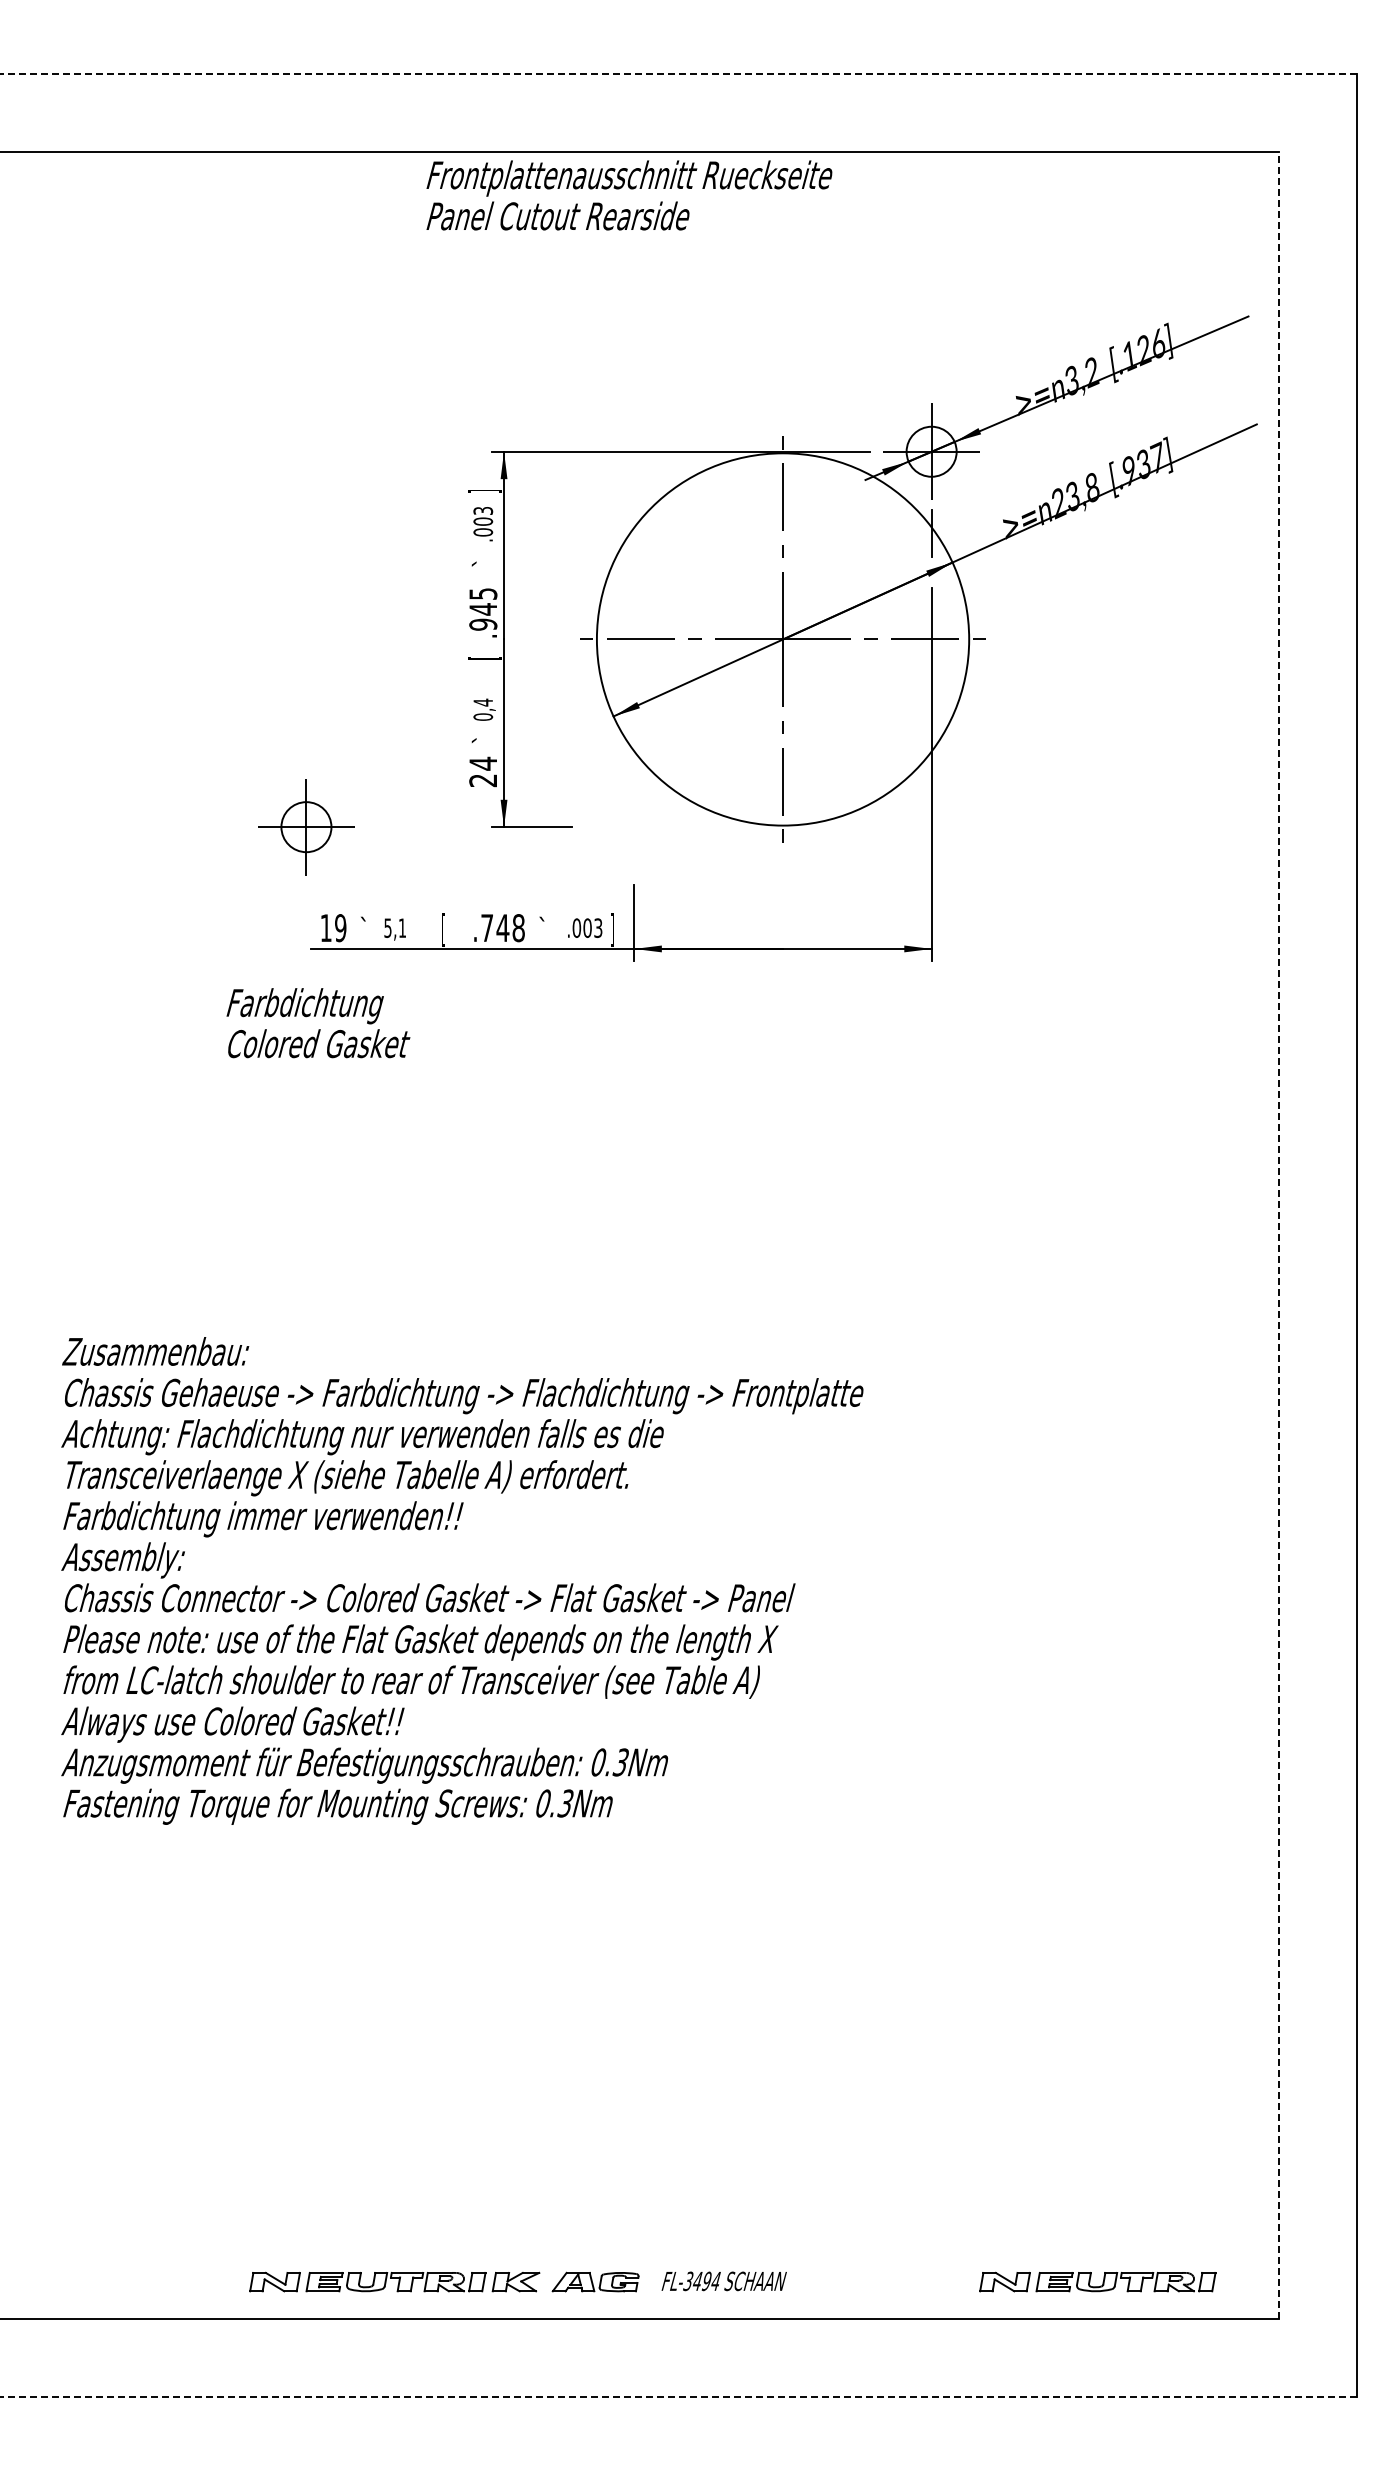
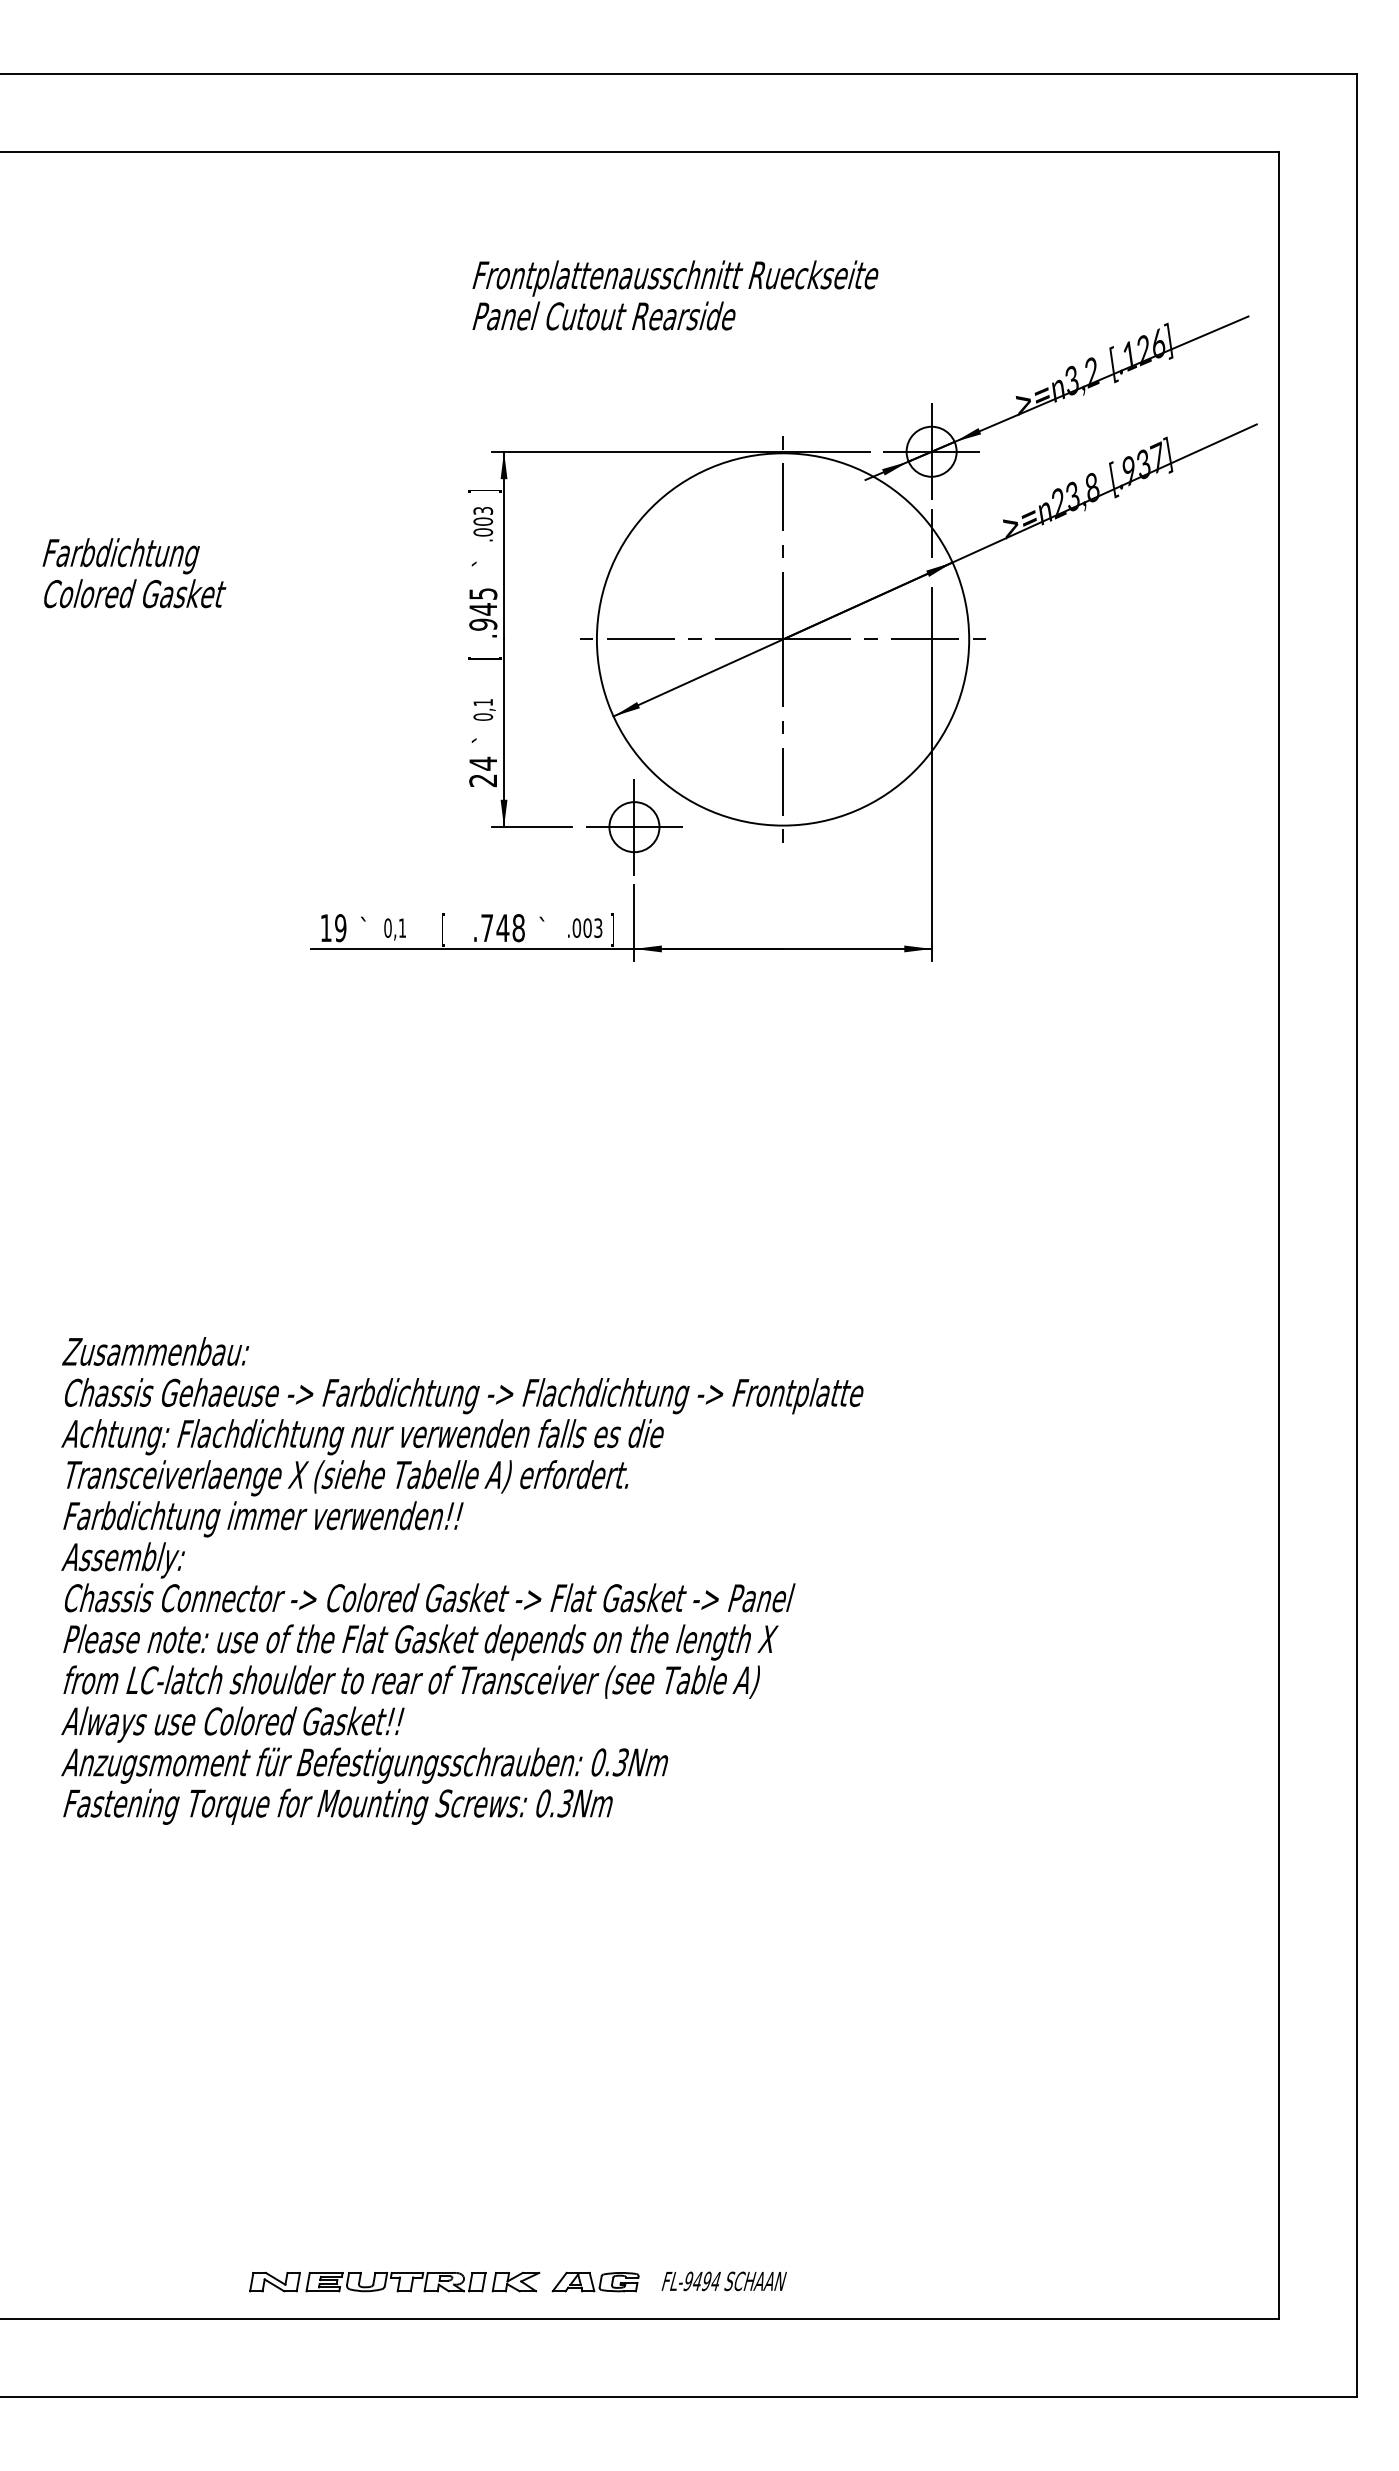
line at (678, 74): dashed -> solid
text at (629, 195) position: (629, 195) -> (675, 295)
text at (482, 702): 0,4 -> 0,1
part at (306, 827) position: (306, 827) -> (634, 827)
text at (387, 927): 5,1 -> 0,1
text at (318, 1023) position: (318, 1023) -> (134, 573)
line at (1278, 1235): dashed -> solid
text at (688, 2280): FL-3494 -> FL-9494
part at (1097, 2281): present -> none
line at (678, 2396): dashed -> solid
